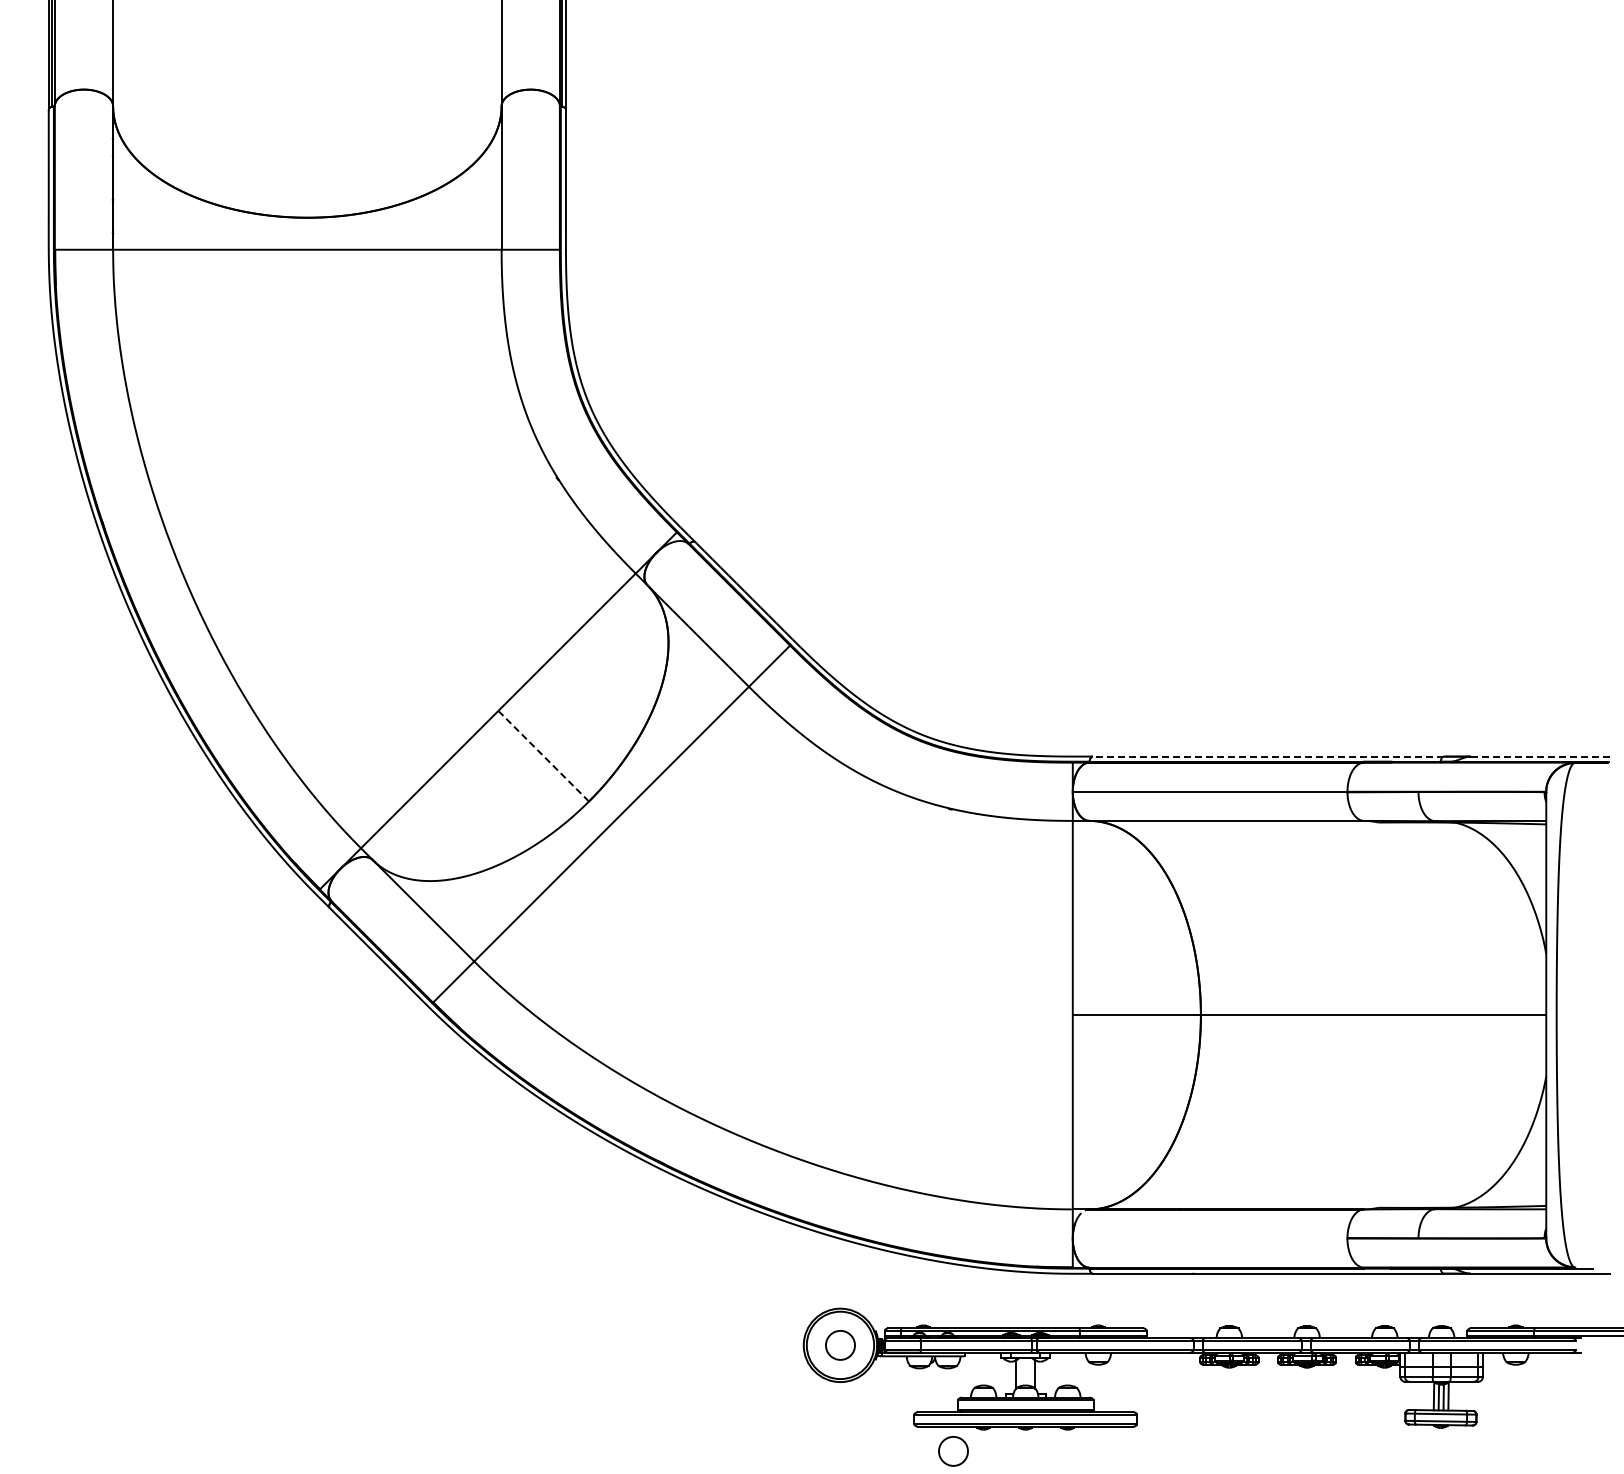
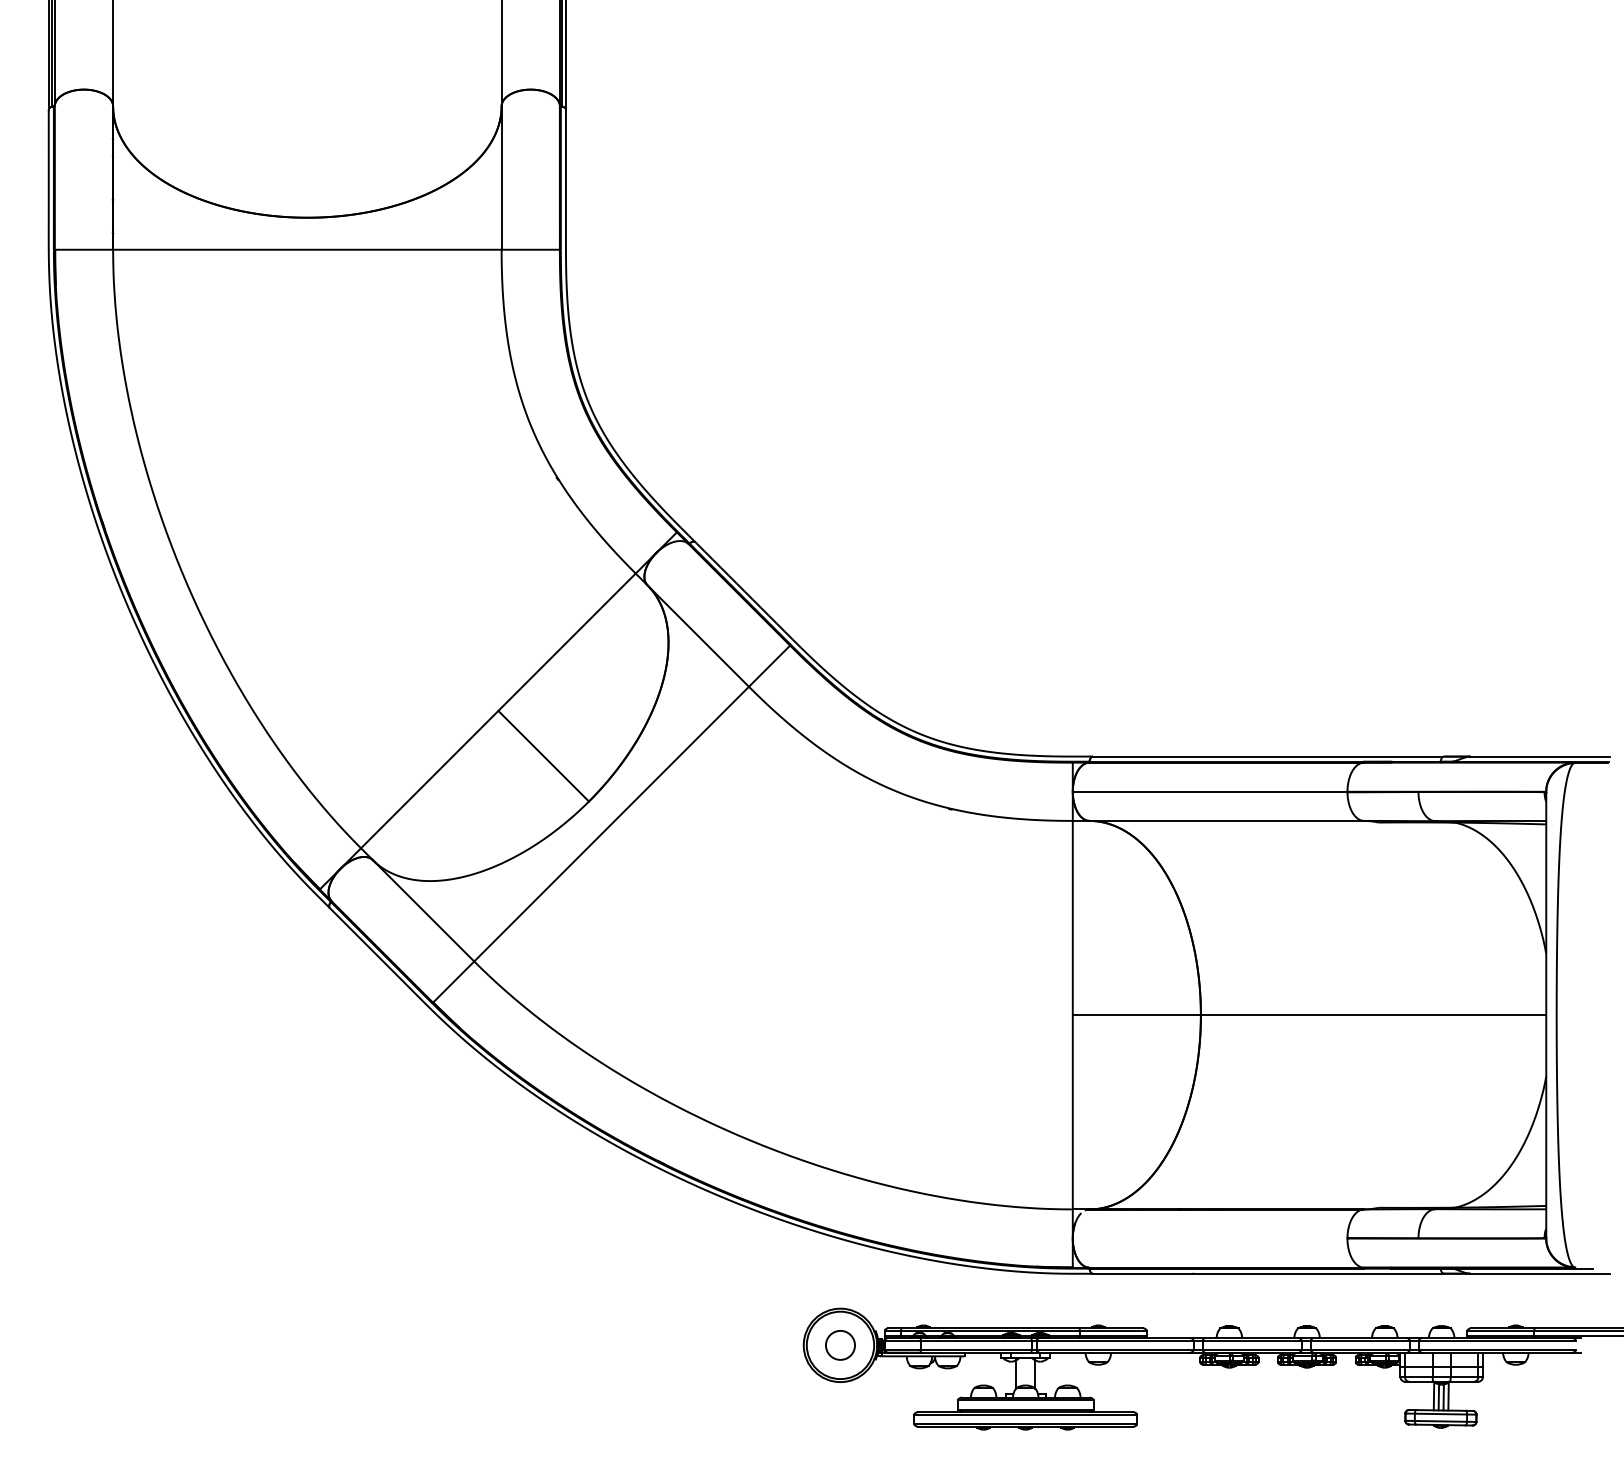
line at (543, 755): dashed -> solid
line at (1267, 756): dashed -> solid
line at (1540, 756): dashed -> solid
circle at (953, 1451): present -> none
